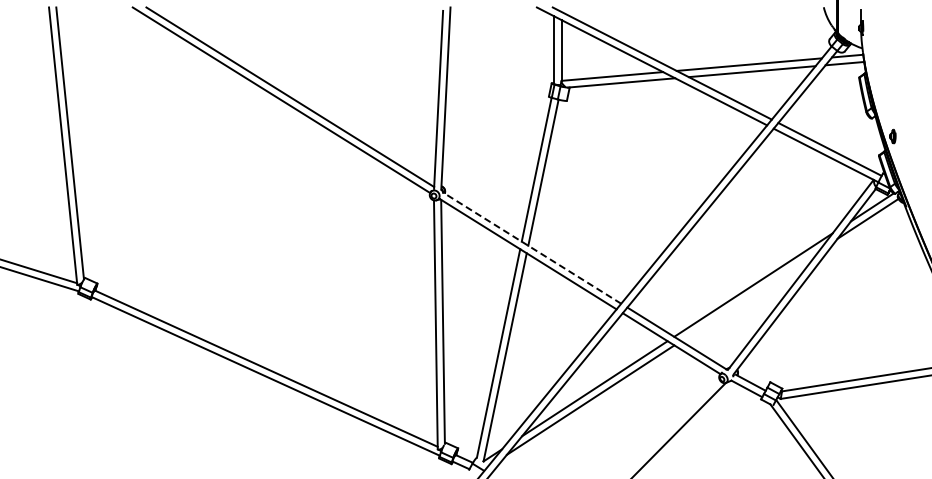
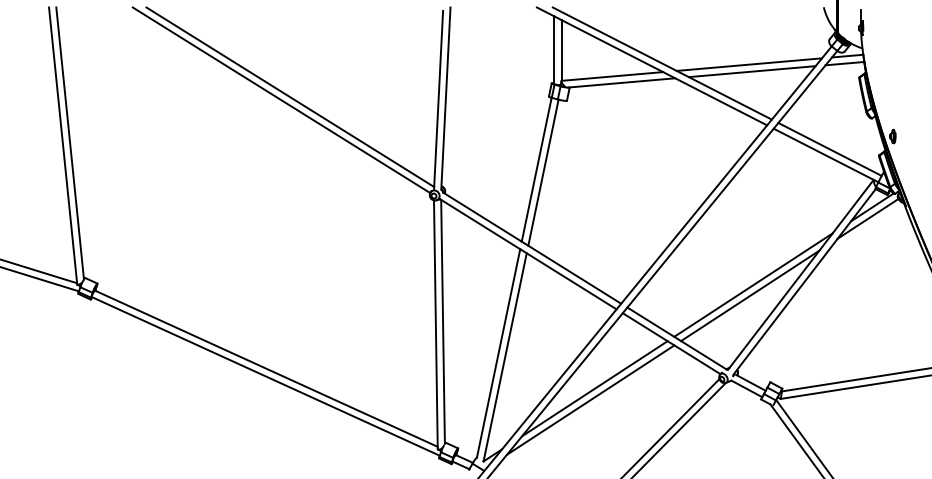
line at (532, 248): dashed -> solid
line at (750, 295): none -> present
line at (671, 427): none -> present
